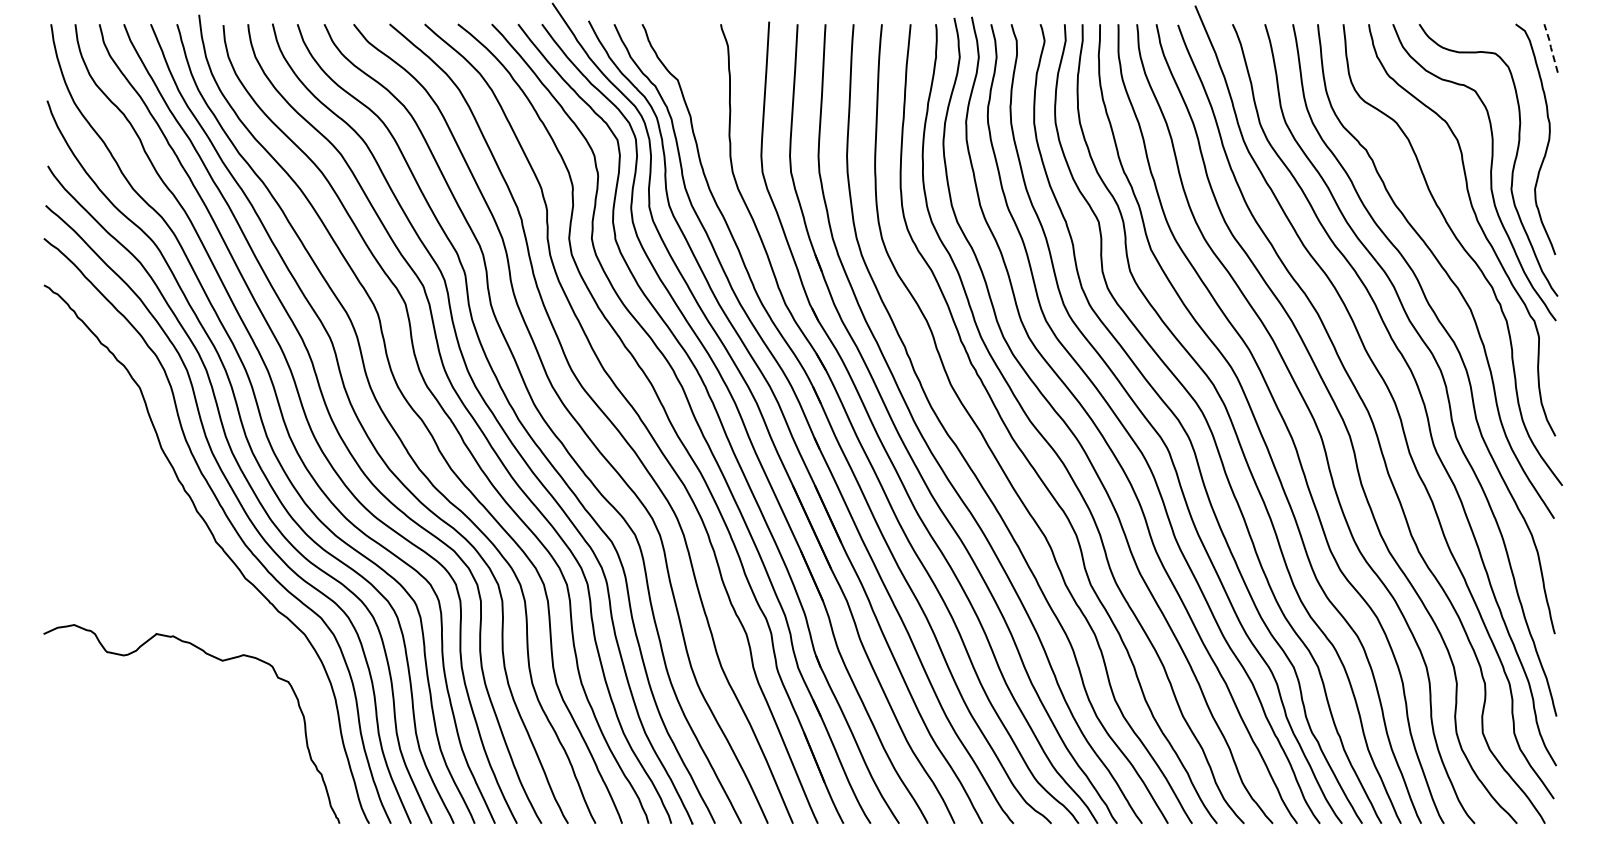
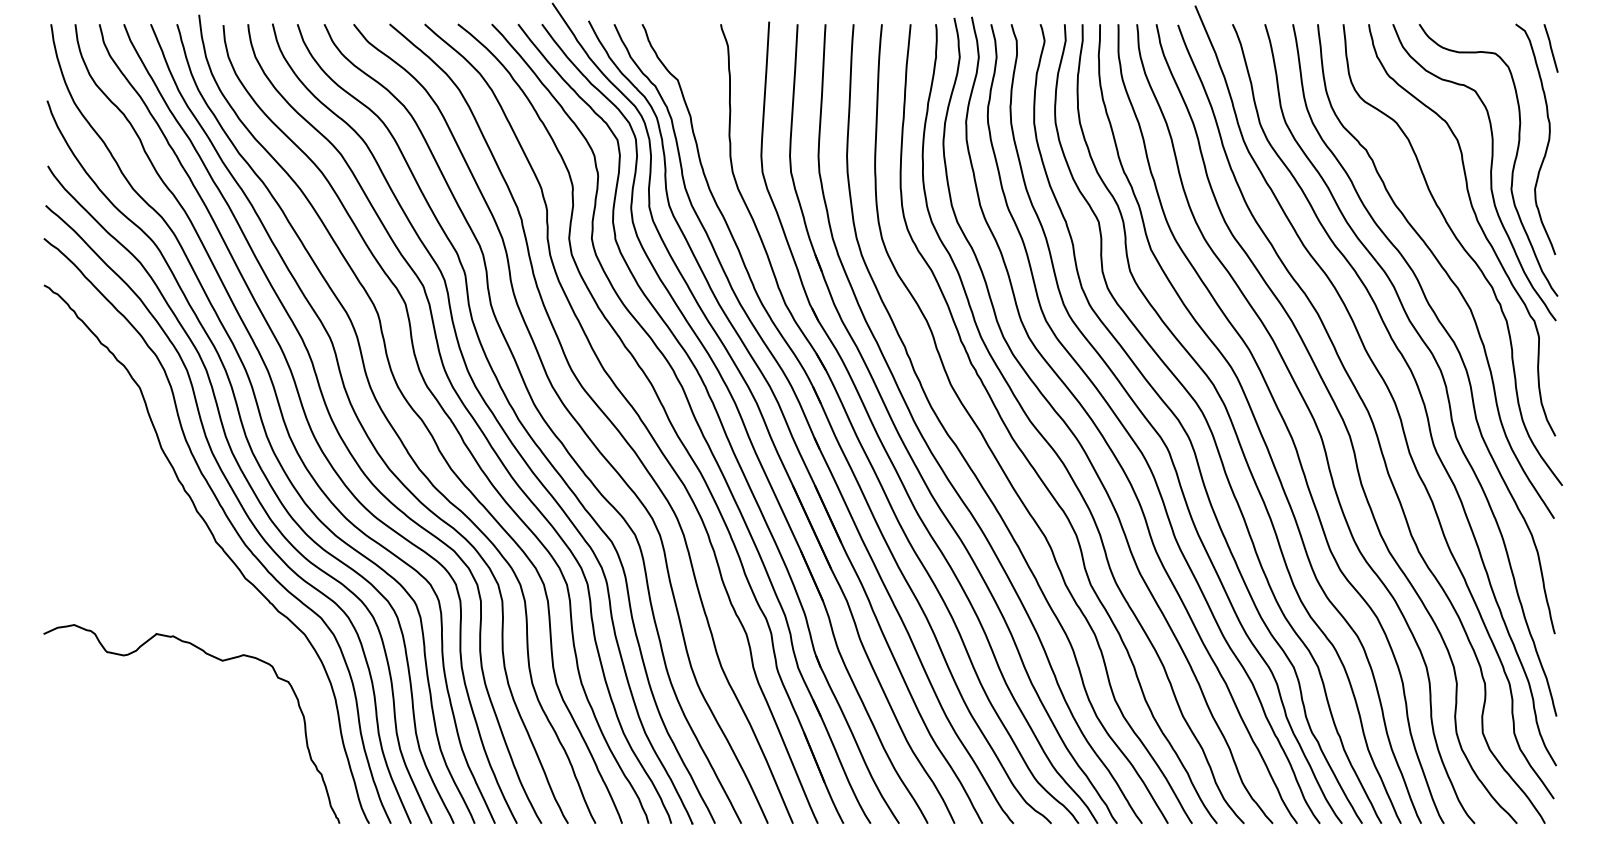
line at (1550, 47): dashed -> solid
